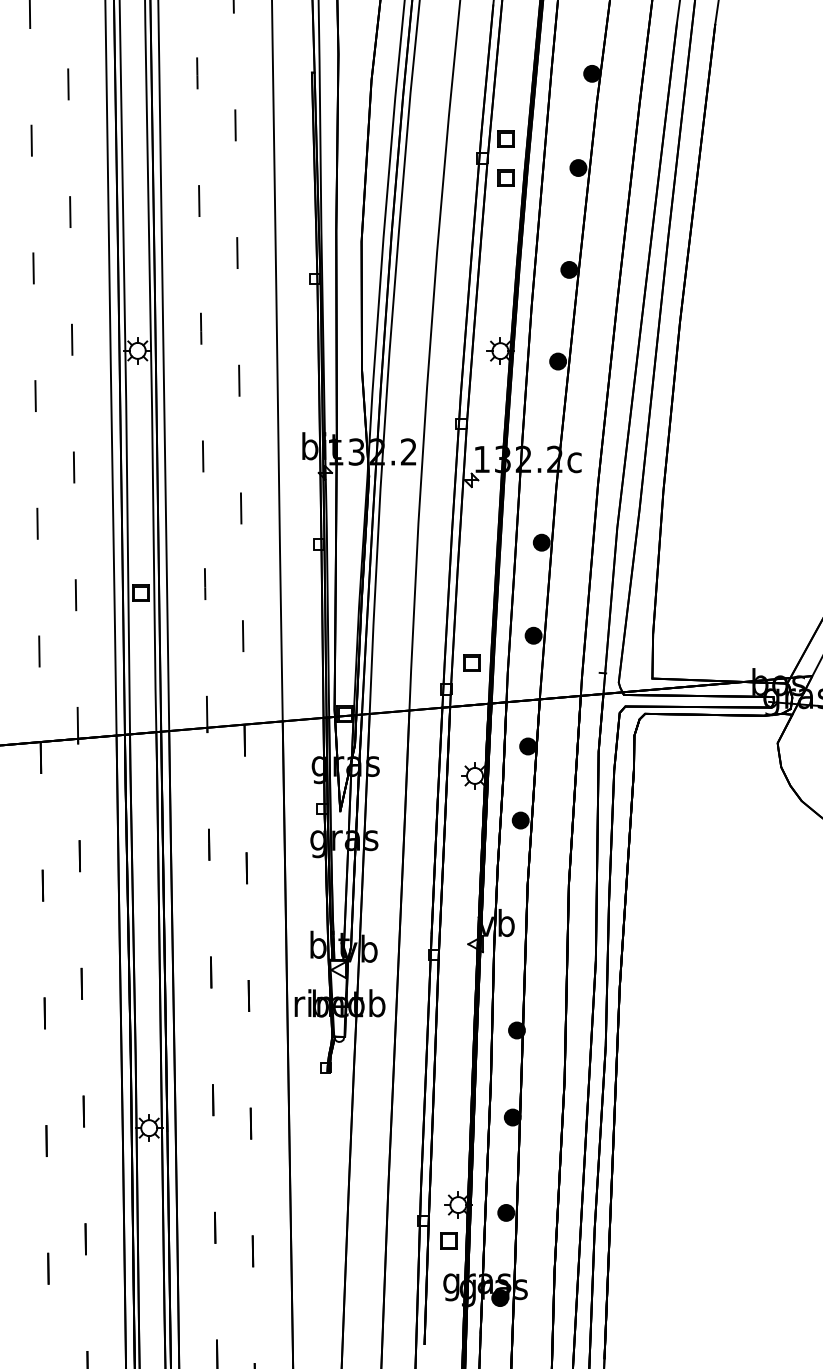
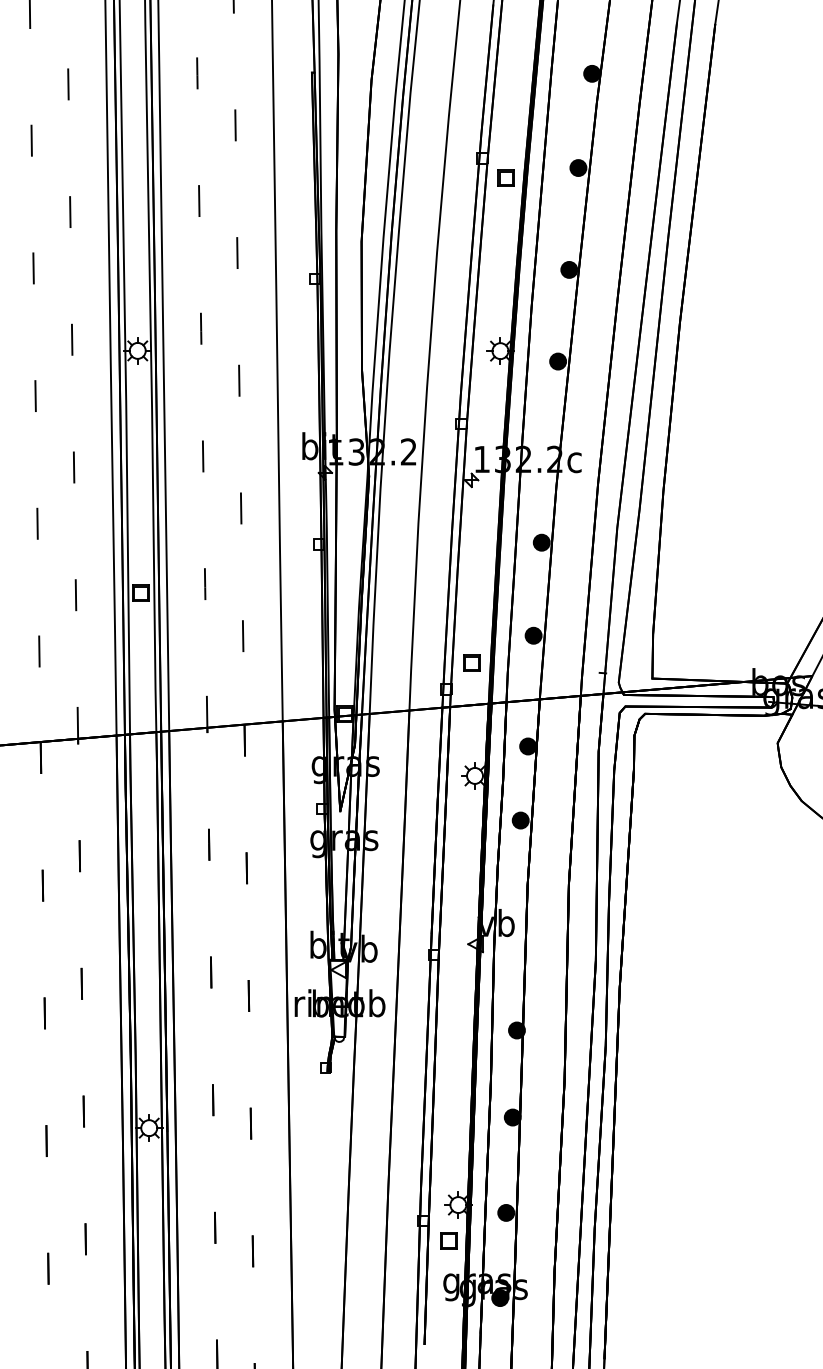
part at (505, 138): present -> none
